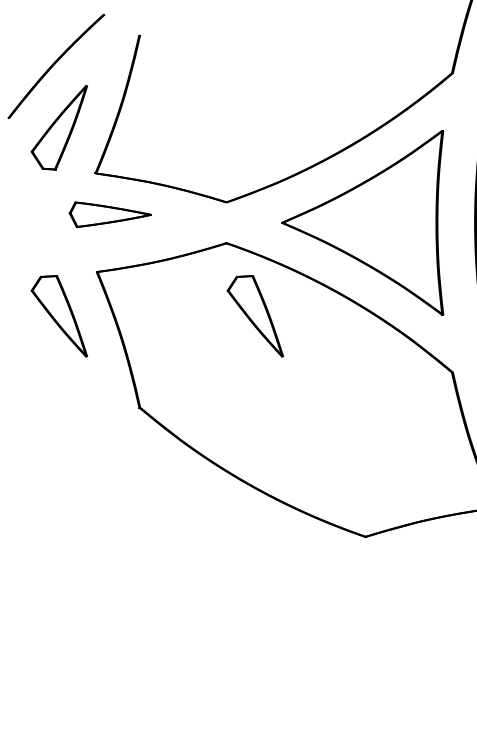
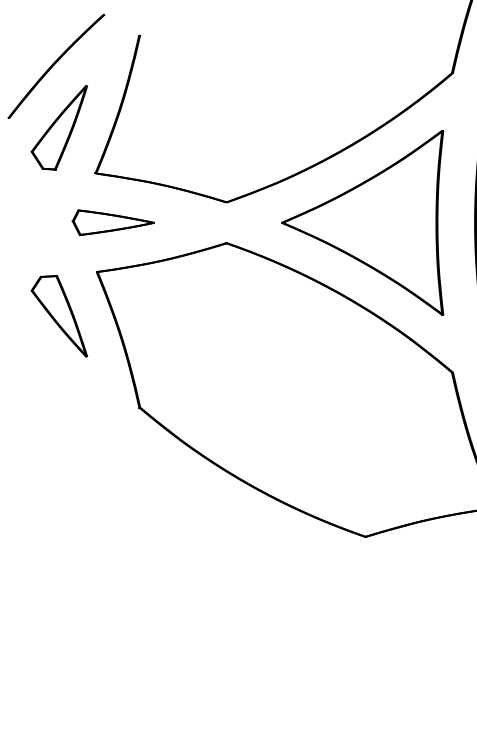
part at (109, 214) position: (109, 214) -> (112, 222)
part at (255, 316): present -> none
